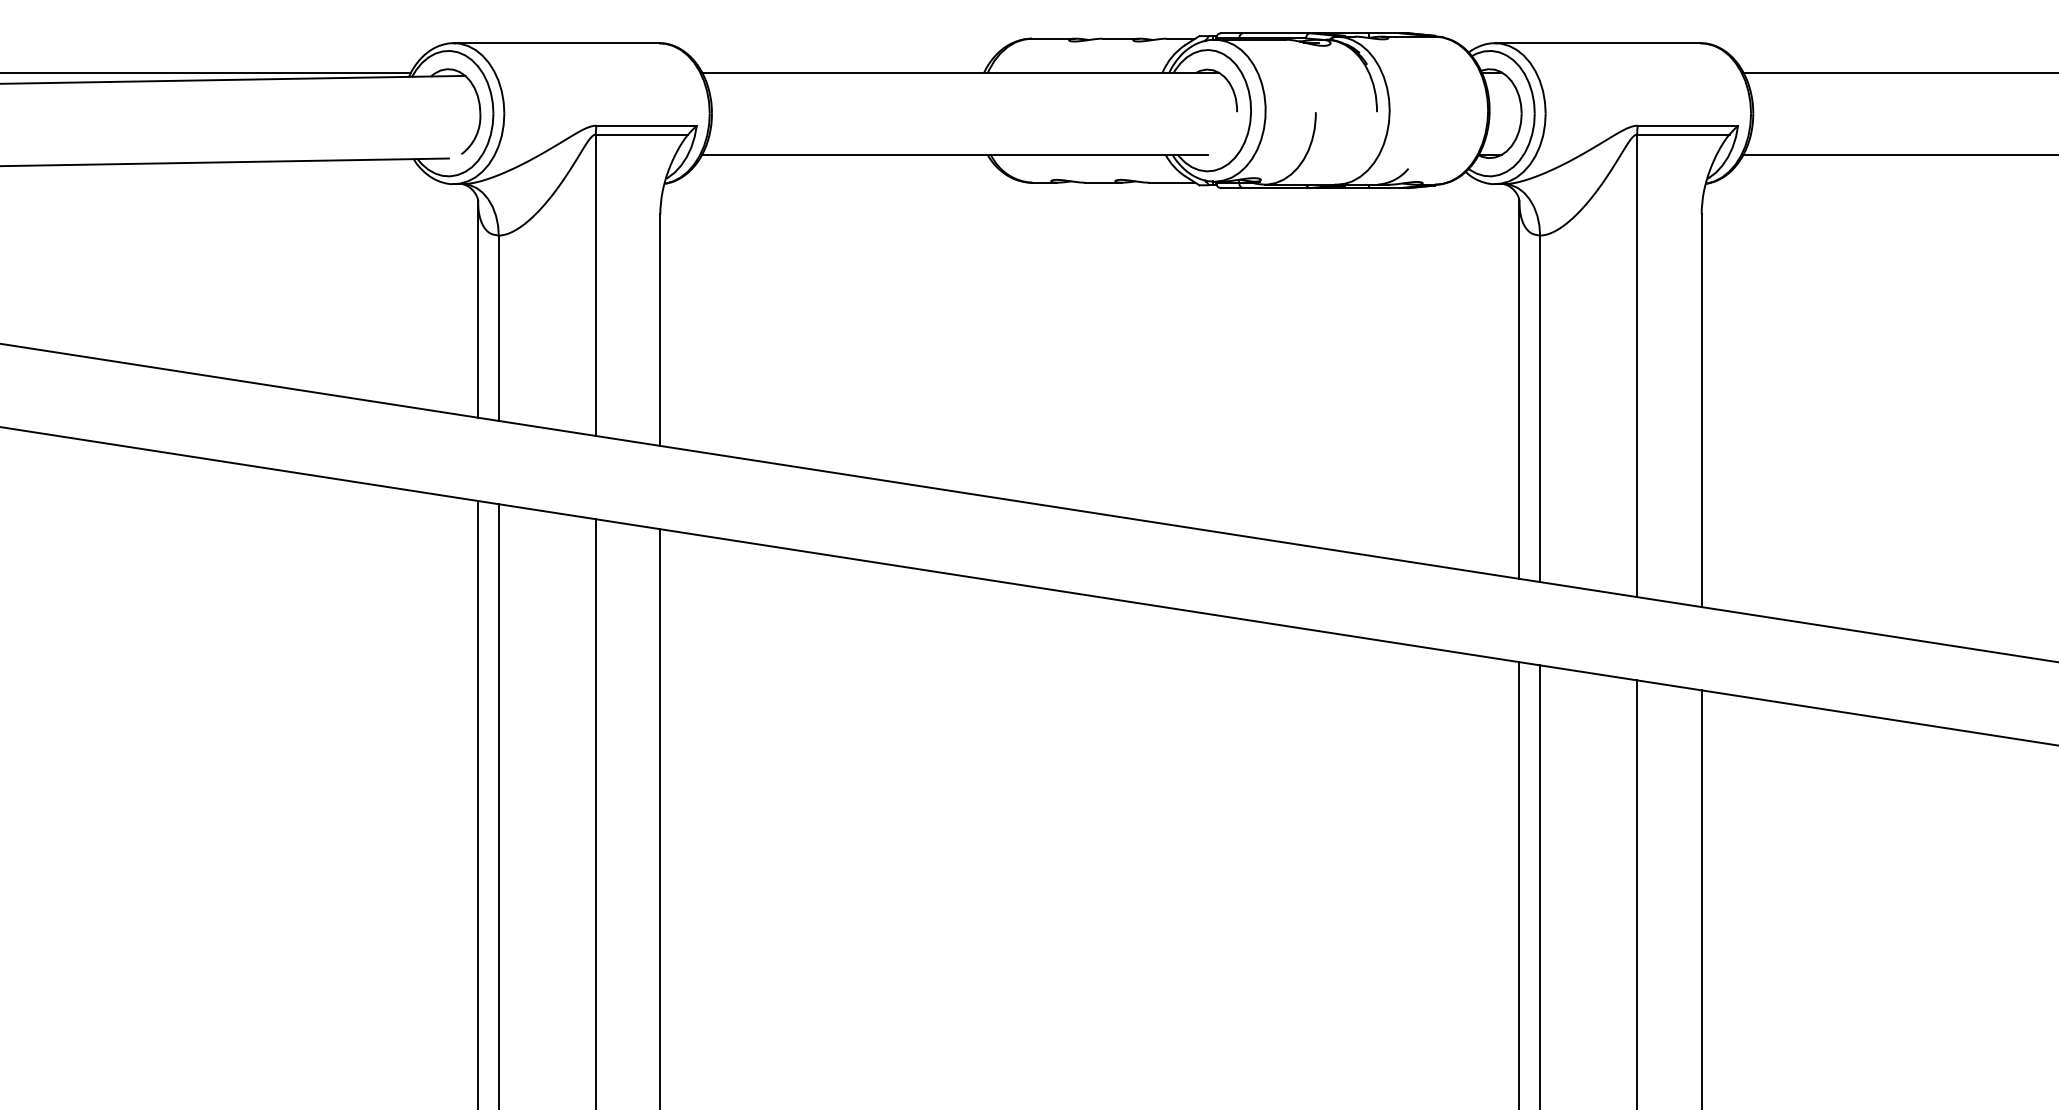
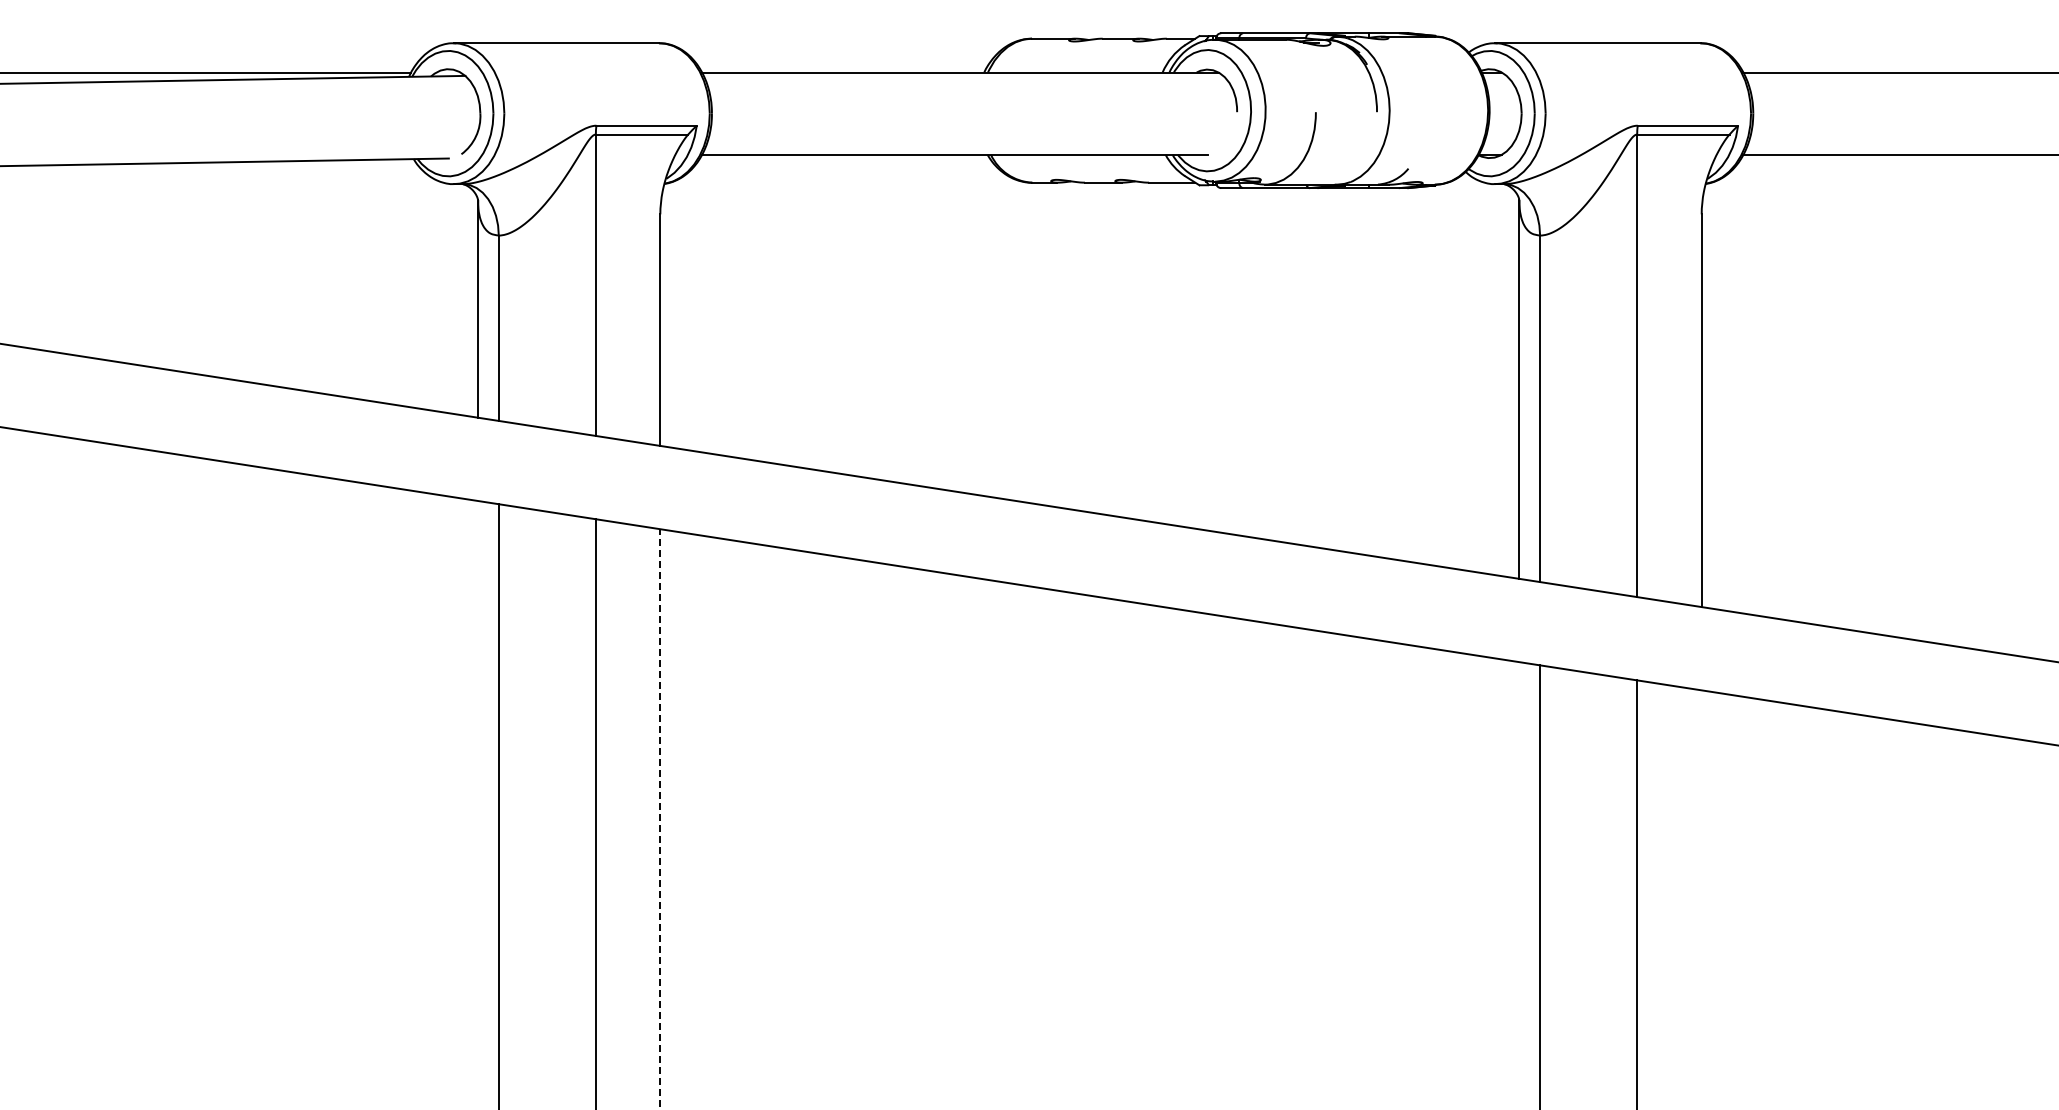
line at (478, 803): present -> none
line at (660, 818): solid -> dashed
line at (1519, 884): present -> none
line at (1701, 898): present -> none
